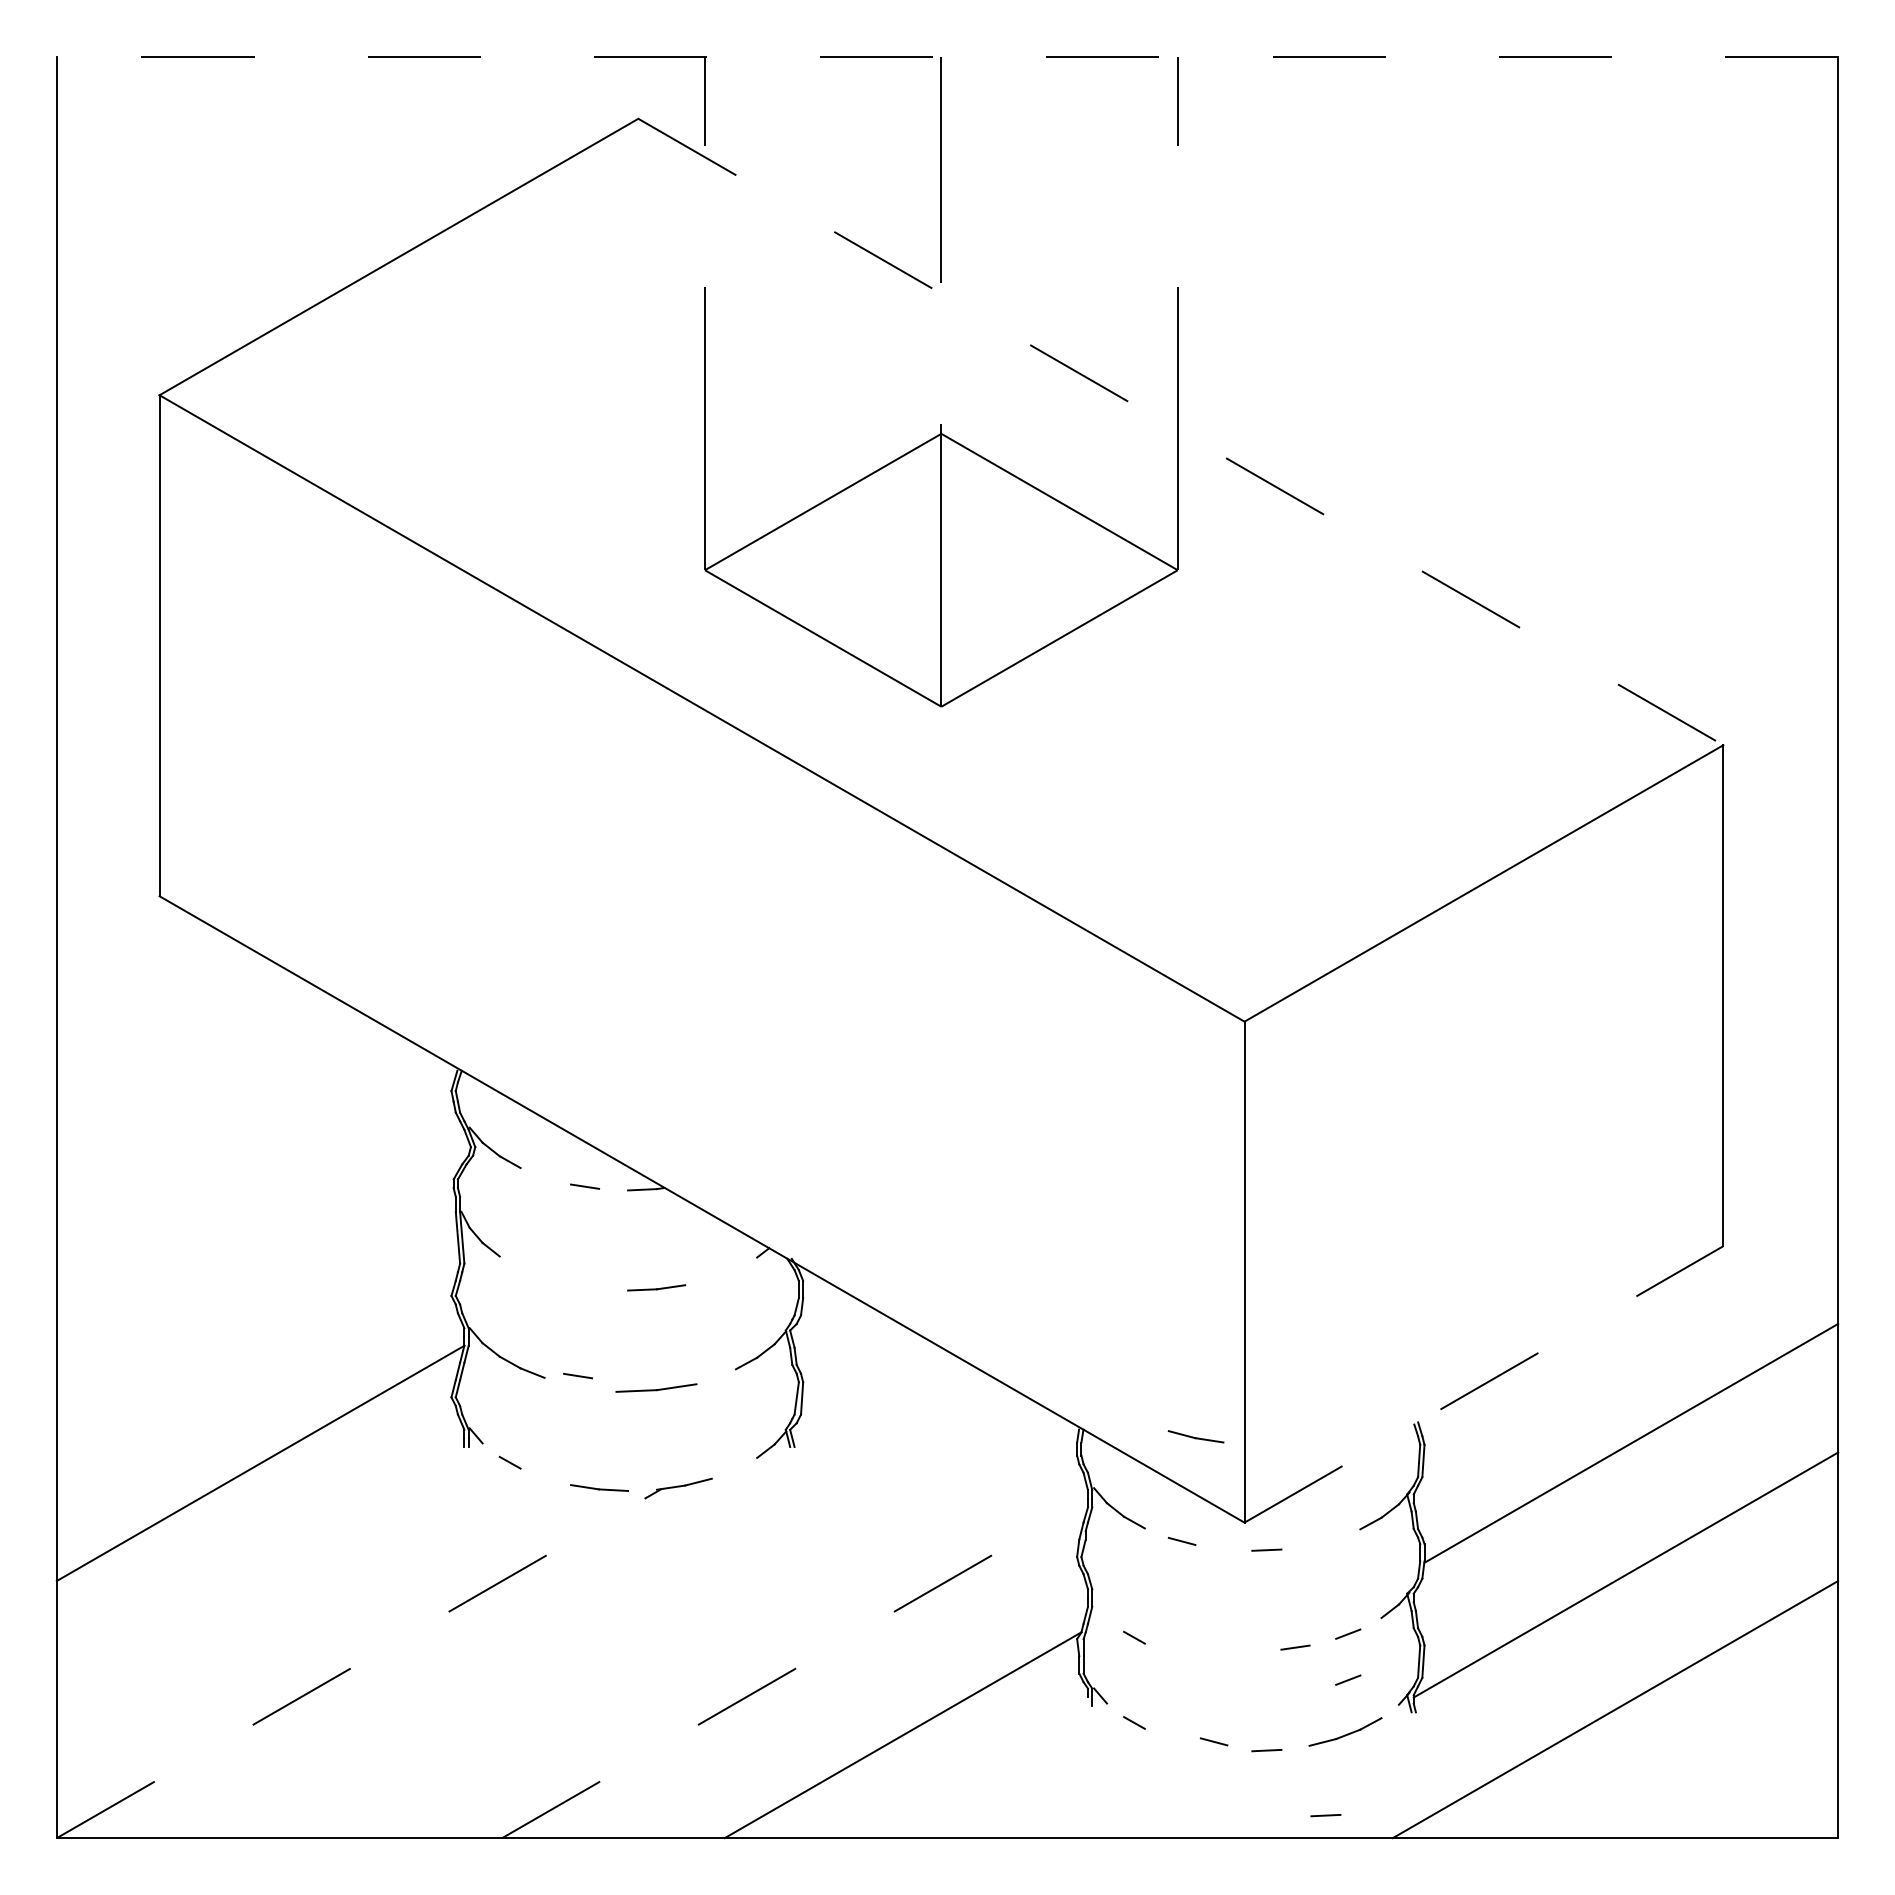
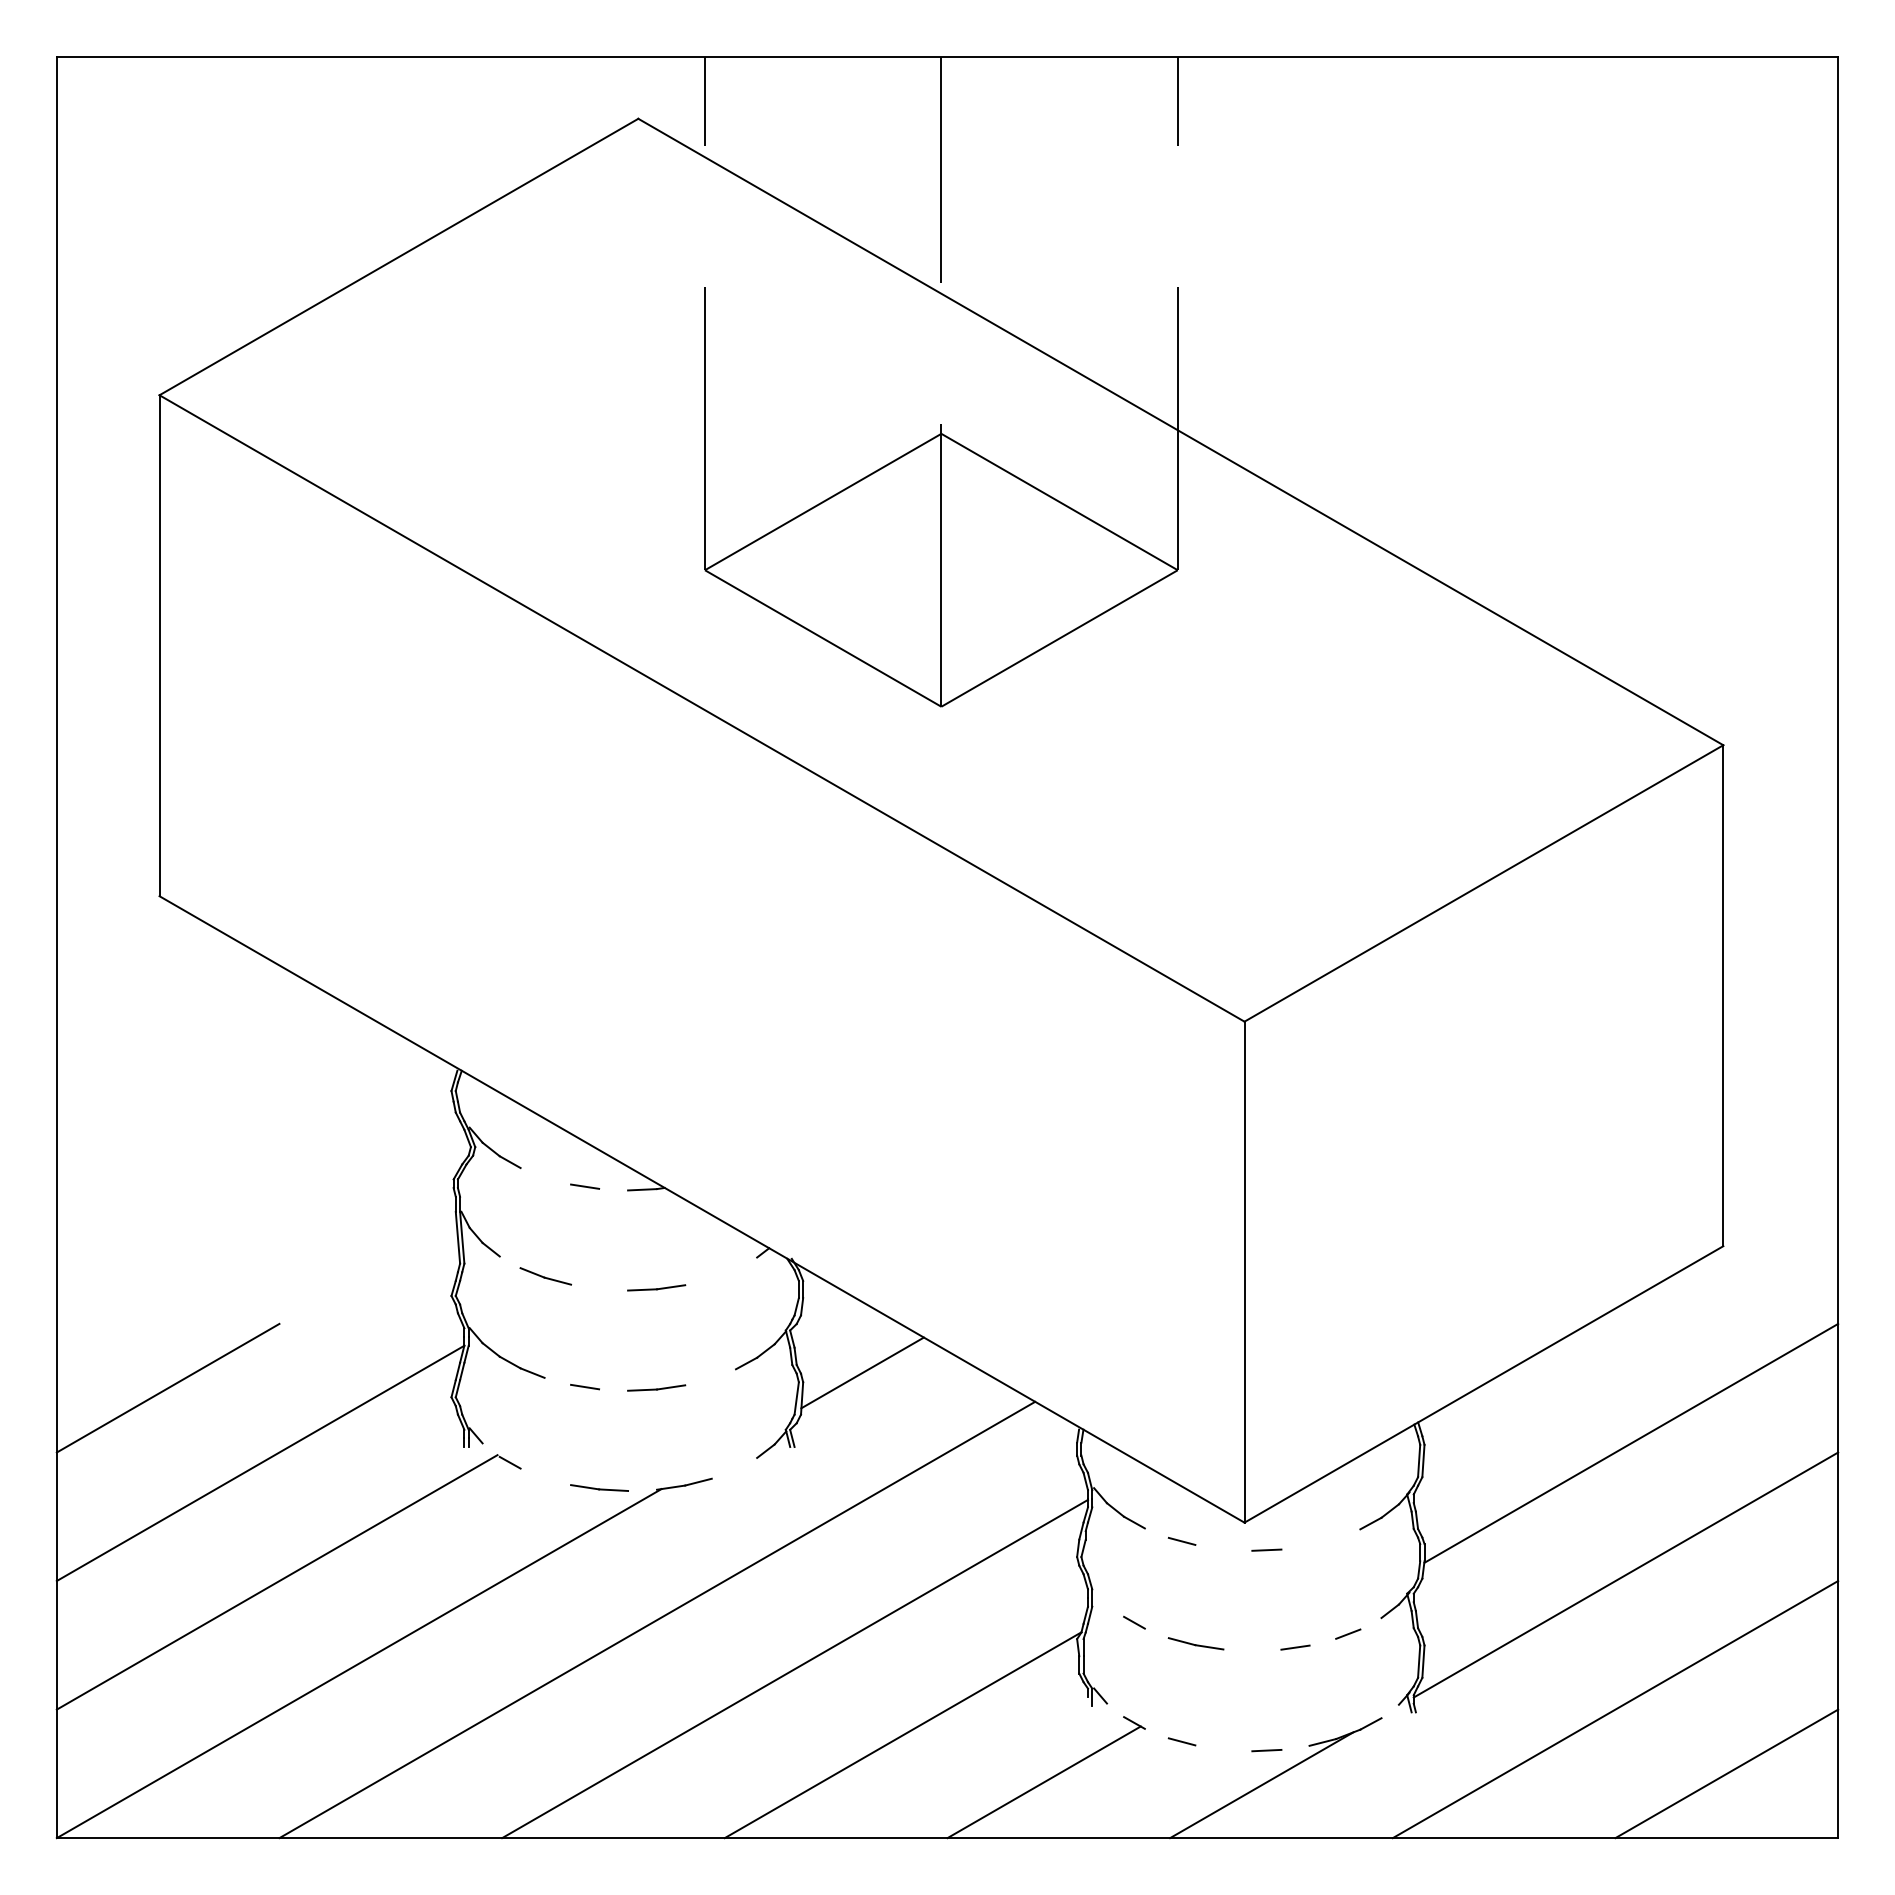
line at (947, 56): dashed -> solid
line at (1181, 432): dashed -> solid
part at (545, 1276): none -> present
line at (862, 1372): none -> present
line at (577, 1376) position: (577, 1376) -> (584, 1387)
line at (1484, 1384): dashed -> solid
line at (167, 1387): none -> present
part at (656, 1387) size: 83x10 px -> 60x8 px
part at (1195, 1436) position: (1195, 1436) -> (1195, 1643)
line at (276, 1582): none -> present
line at (657, 1619): none -> present
line at (1134, 1637) position: (1134, 1637) -> (1134, 1622)
line at (359, 1663): dashed -> solid
line at (795, 1668): dashed -> solid
line at (1348, 1679): present -> none
line at (1213, 1741) position: (1213, 1741) -> (1181, 1741)
line at (1726, 1773): none -> present
line at (1043, 1782): none -> present
line at (1261, 1785): none -> present
line at (1325, 1815): present -> none
